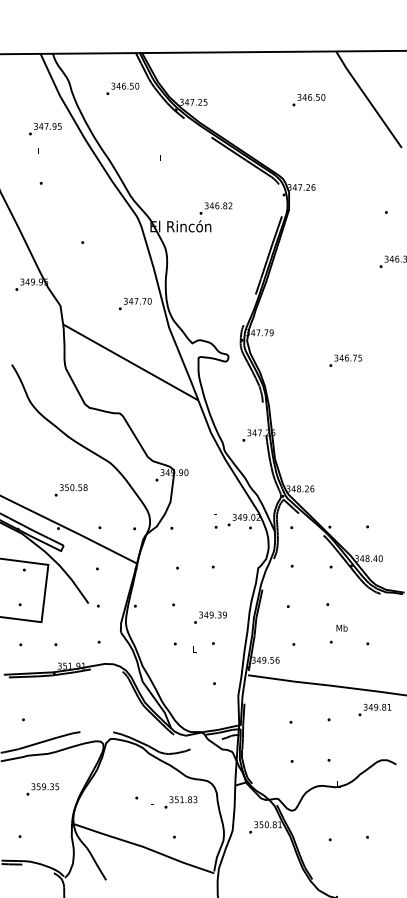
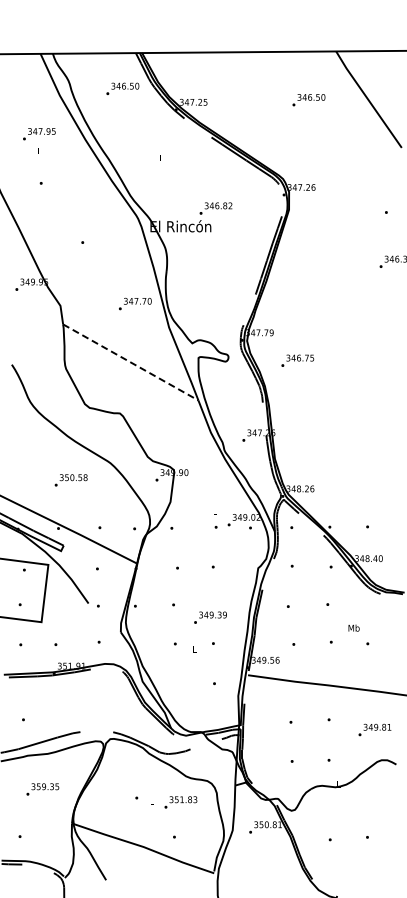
text at (45, 129) position: (45, 129) -> (39, 134)
text at (345, 360) position: (345, 360) -> (297, 360)
line at (130, 362): solid -> dashed
text at (70, 490) position: (70, 490) -> (70, 480)
text at (341, 627) position: (341, 627) -> (353, 627)
text at (374, 709) position: (374, 709) -> (374, 729)
